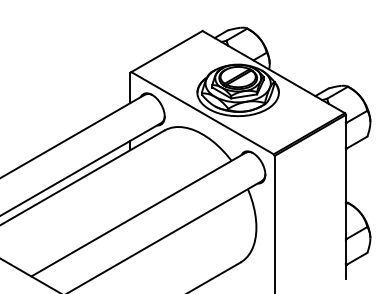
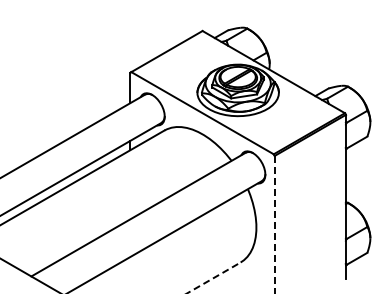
line at (274, 224): solid -> dashed
line at (213, 278): solid -> dashed
